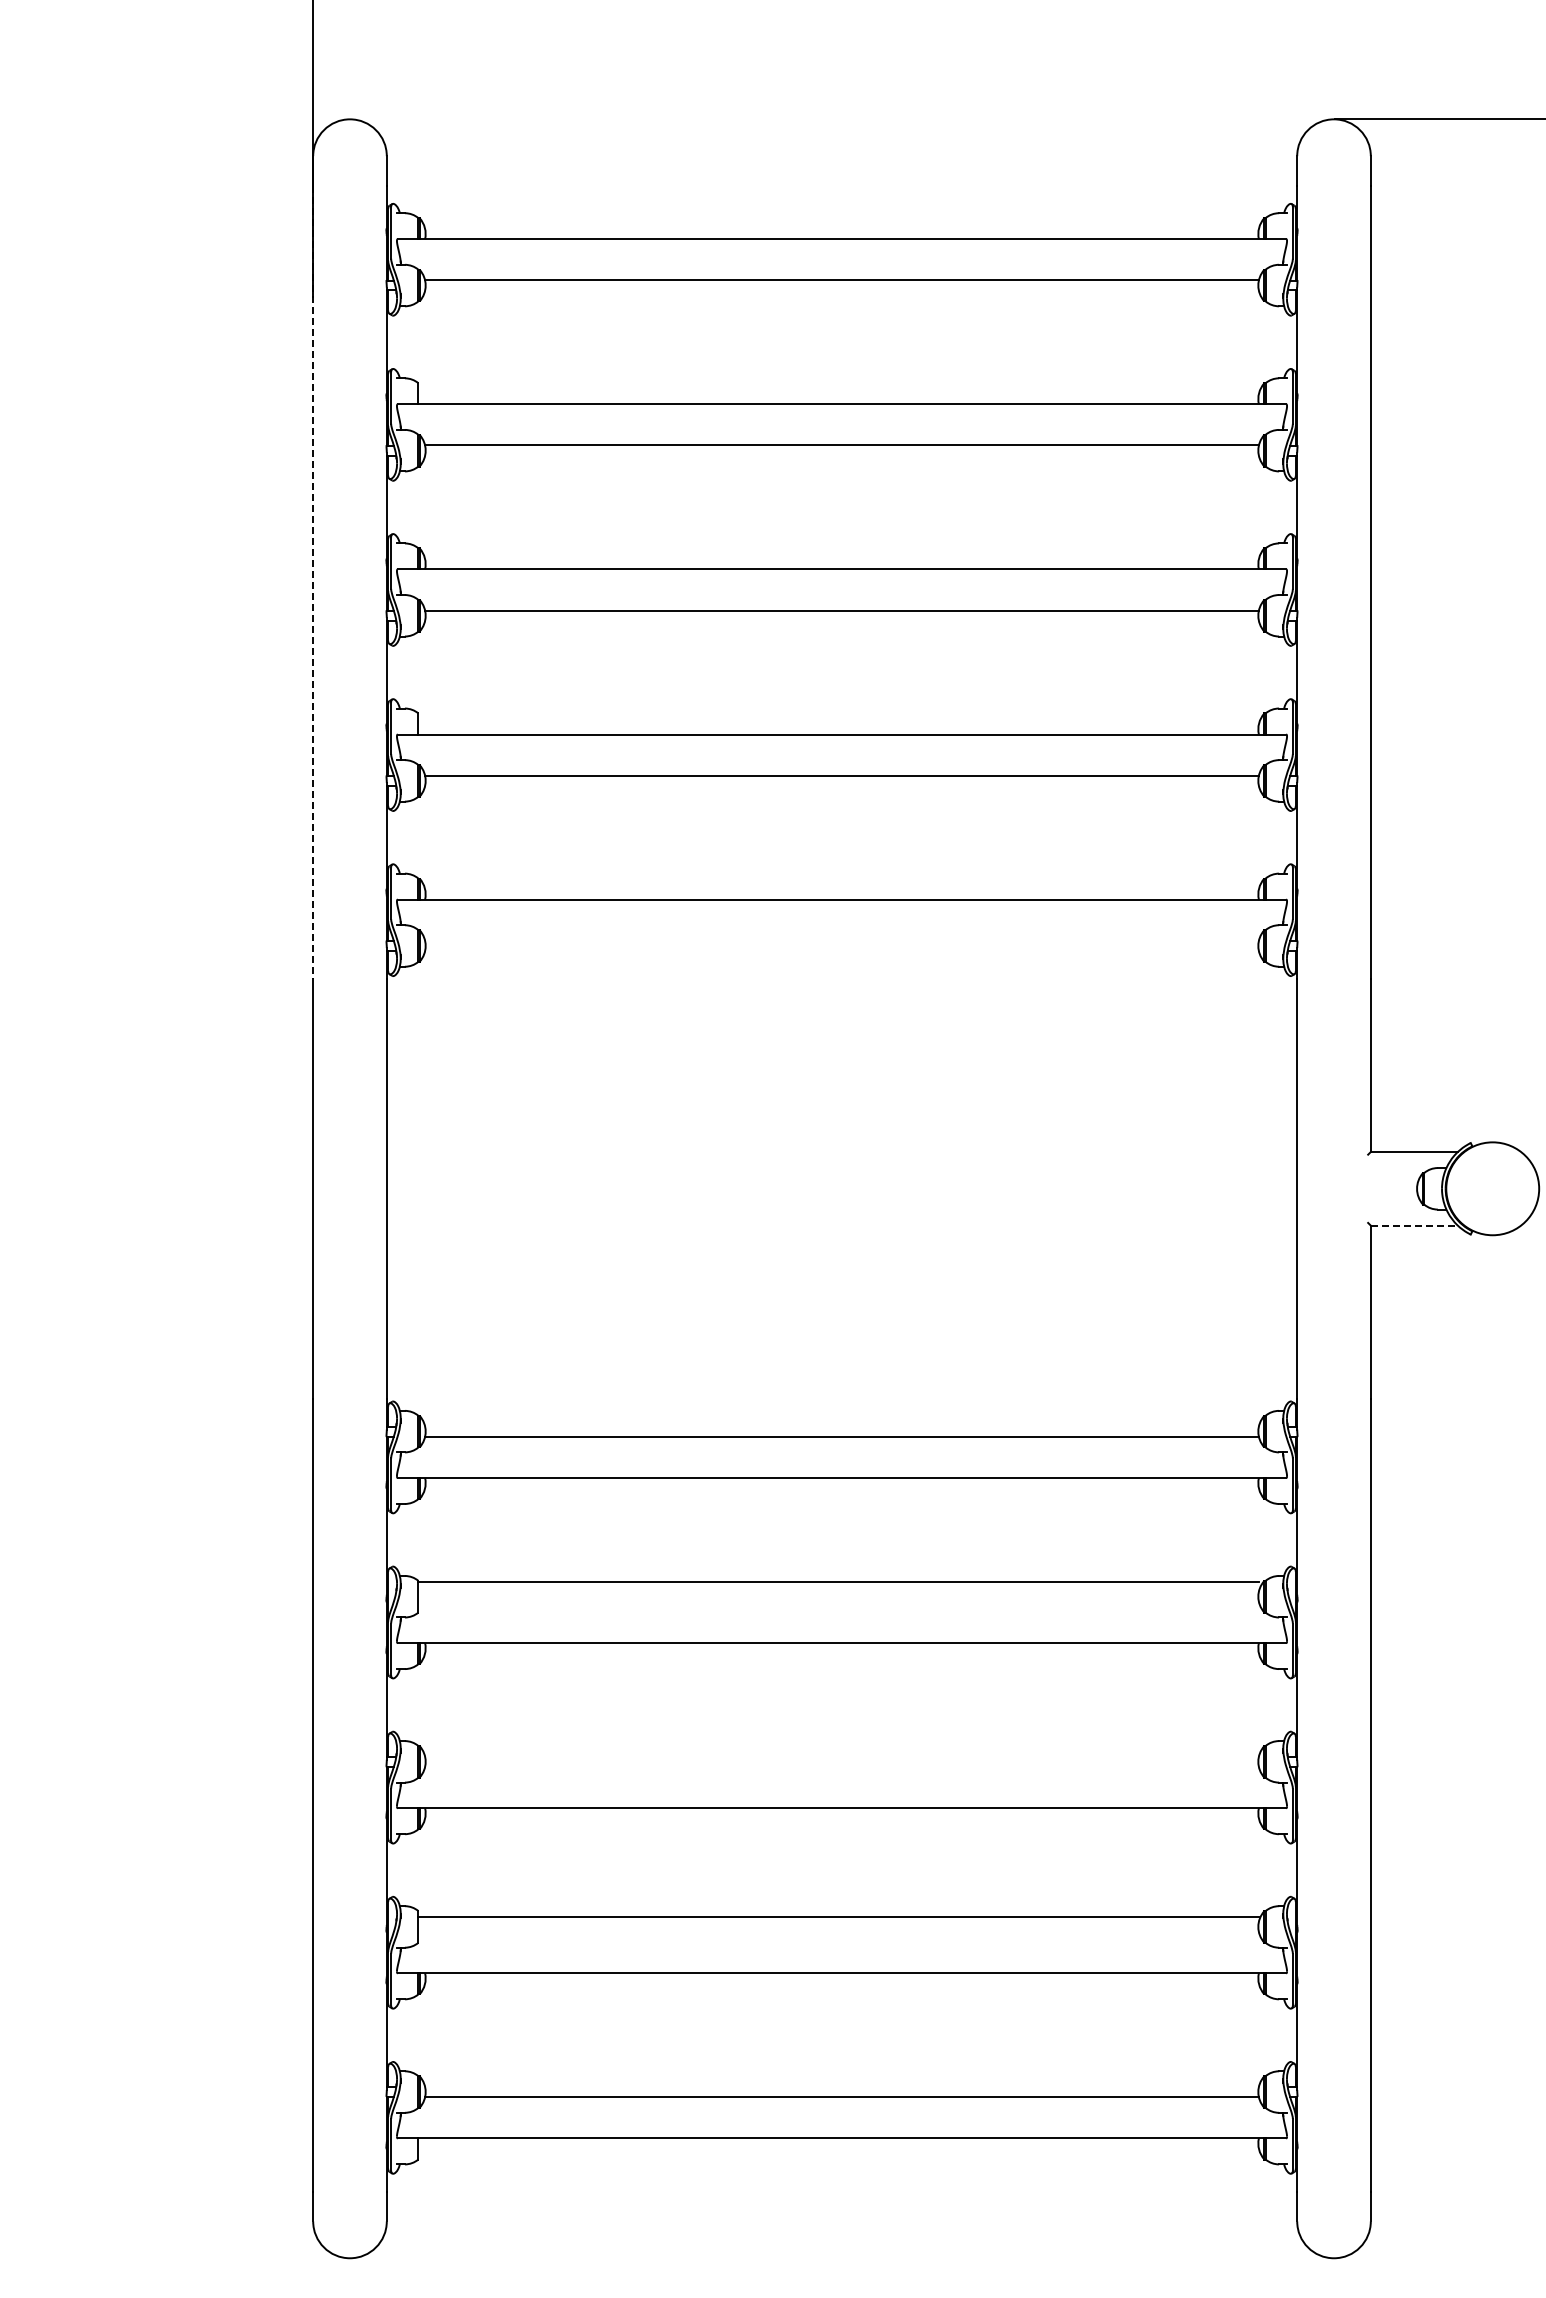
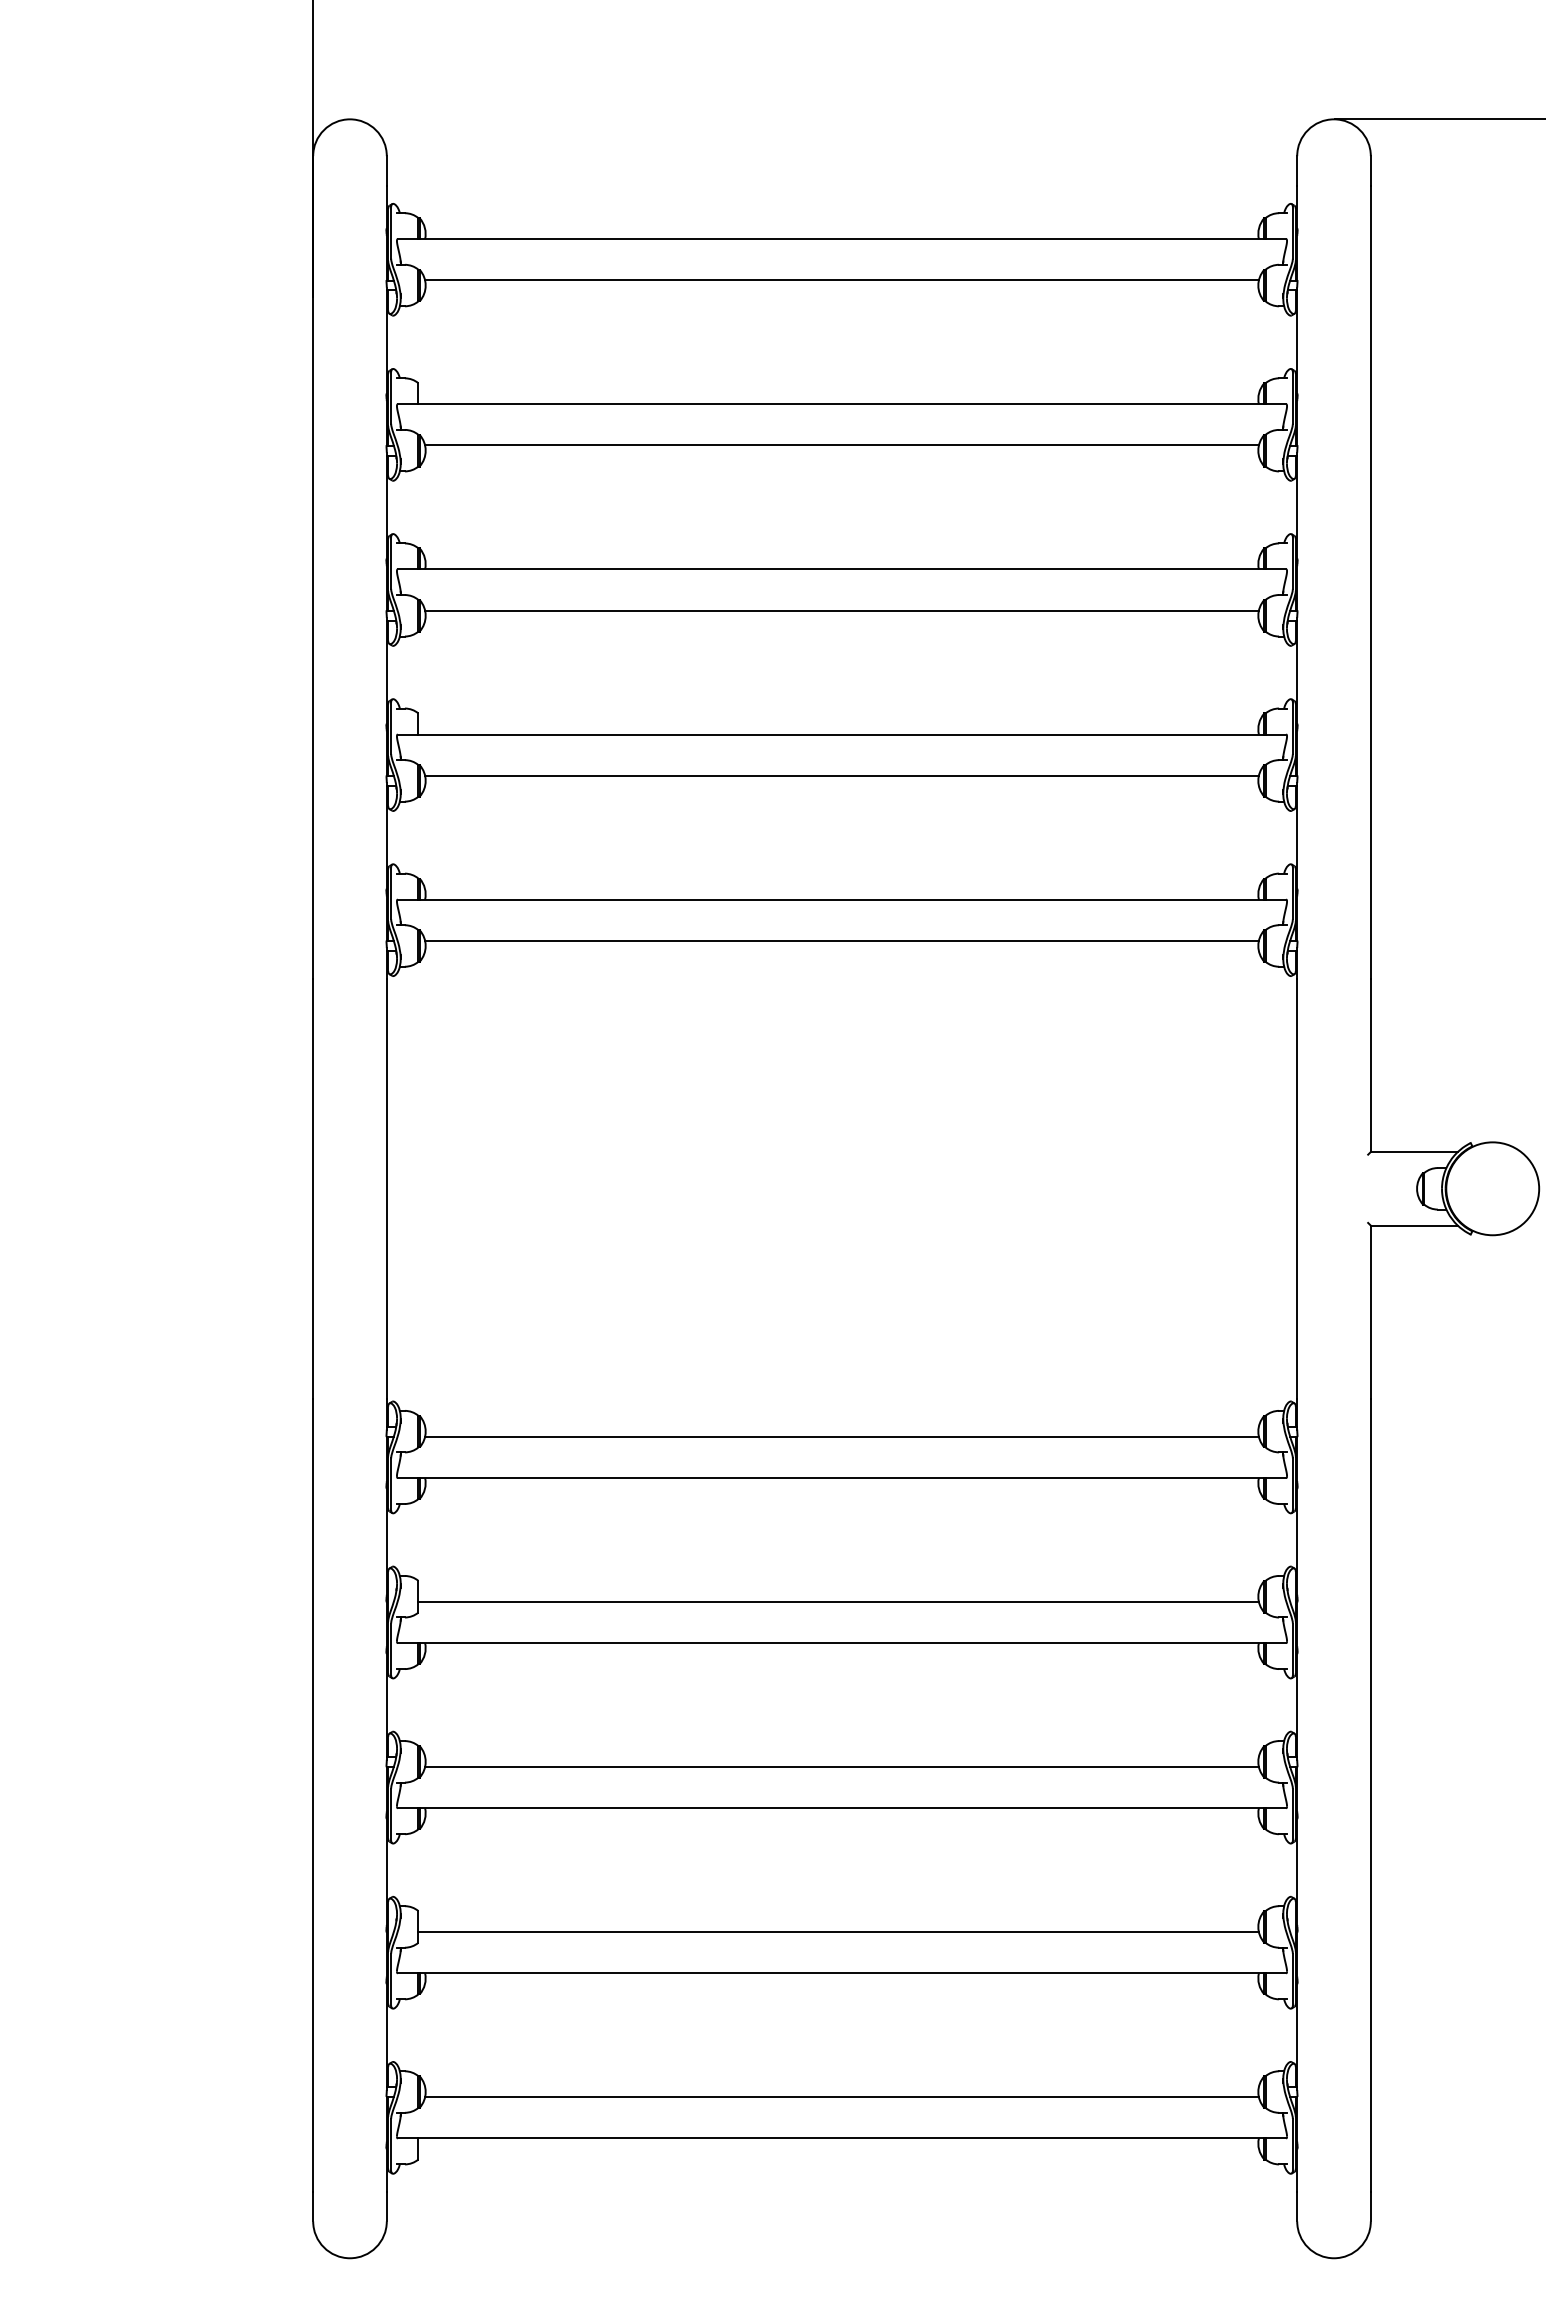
line at (313, 582): dashed -> solid
line at (841, 940): none -> present
line at (1414, 1225): dashed -> solid
line at (838, 1581) position: (838, 1581) -> (838, 1601)
line at (841, 1767): none -> present
line at (838, 1917) position: (838, 1917) -> (838, 1932)
